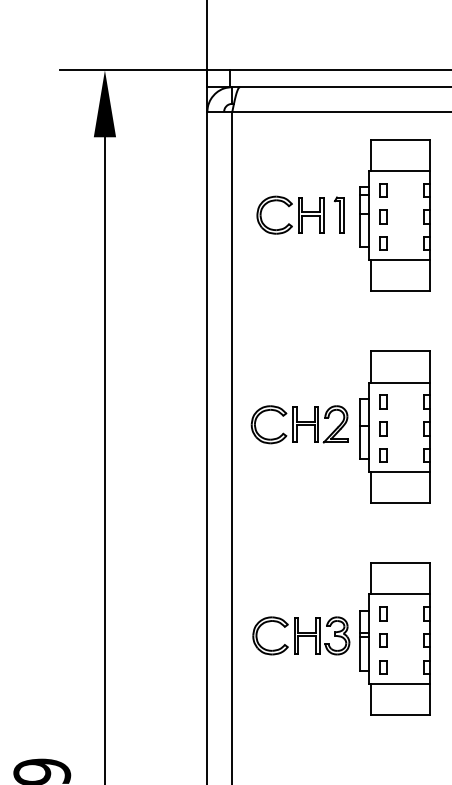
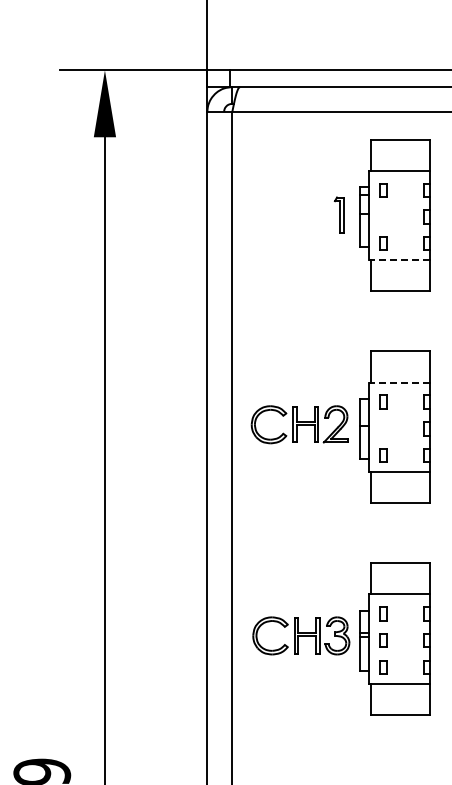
part at (288, 207): present -> none
part at (383, 216): present -> none
line at (399, 259): solid -> dashed
line at (399, 382): solid -> dashed
part at (383, 428): present -> none
